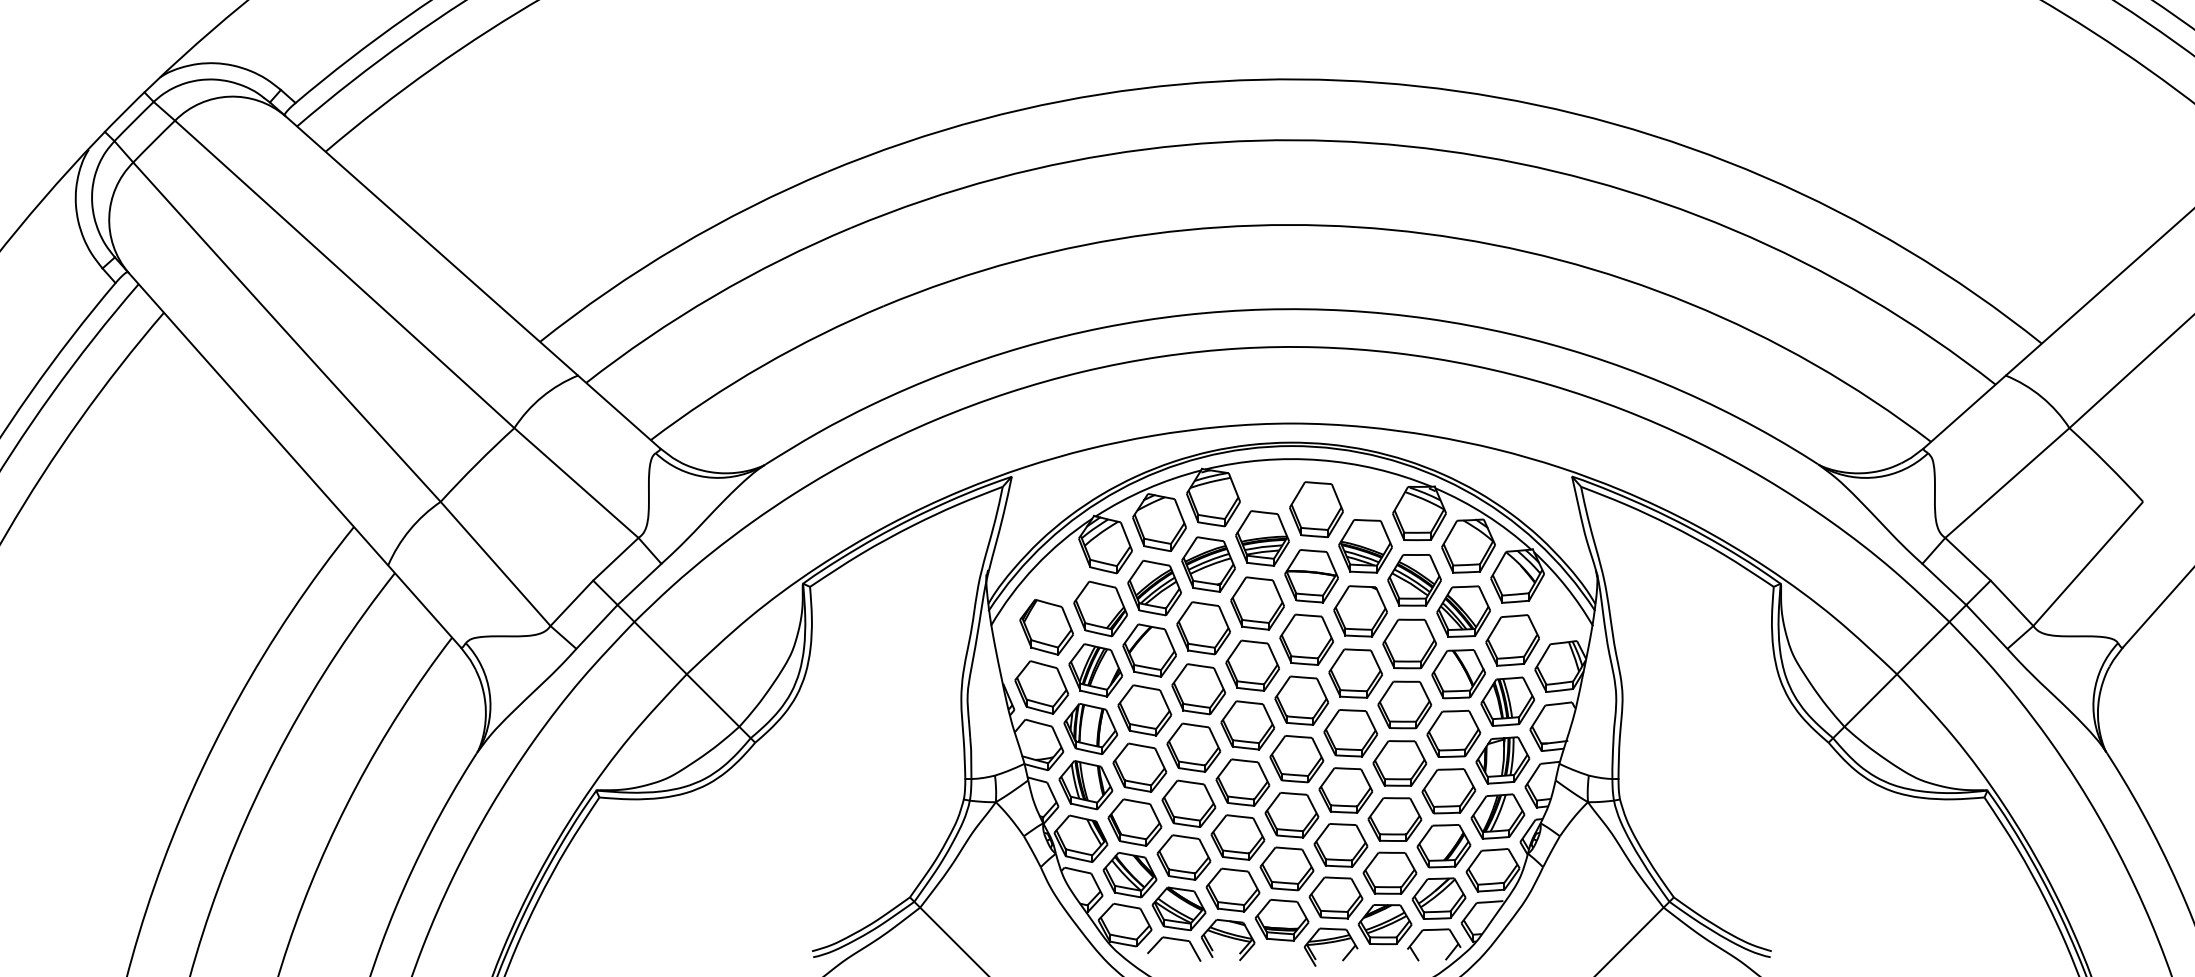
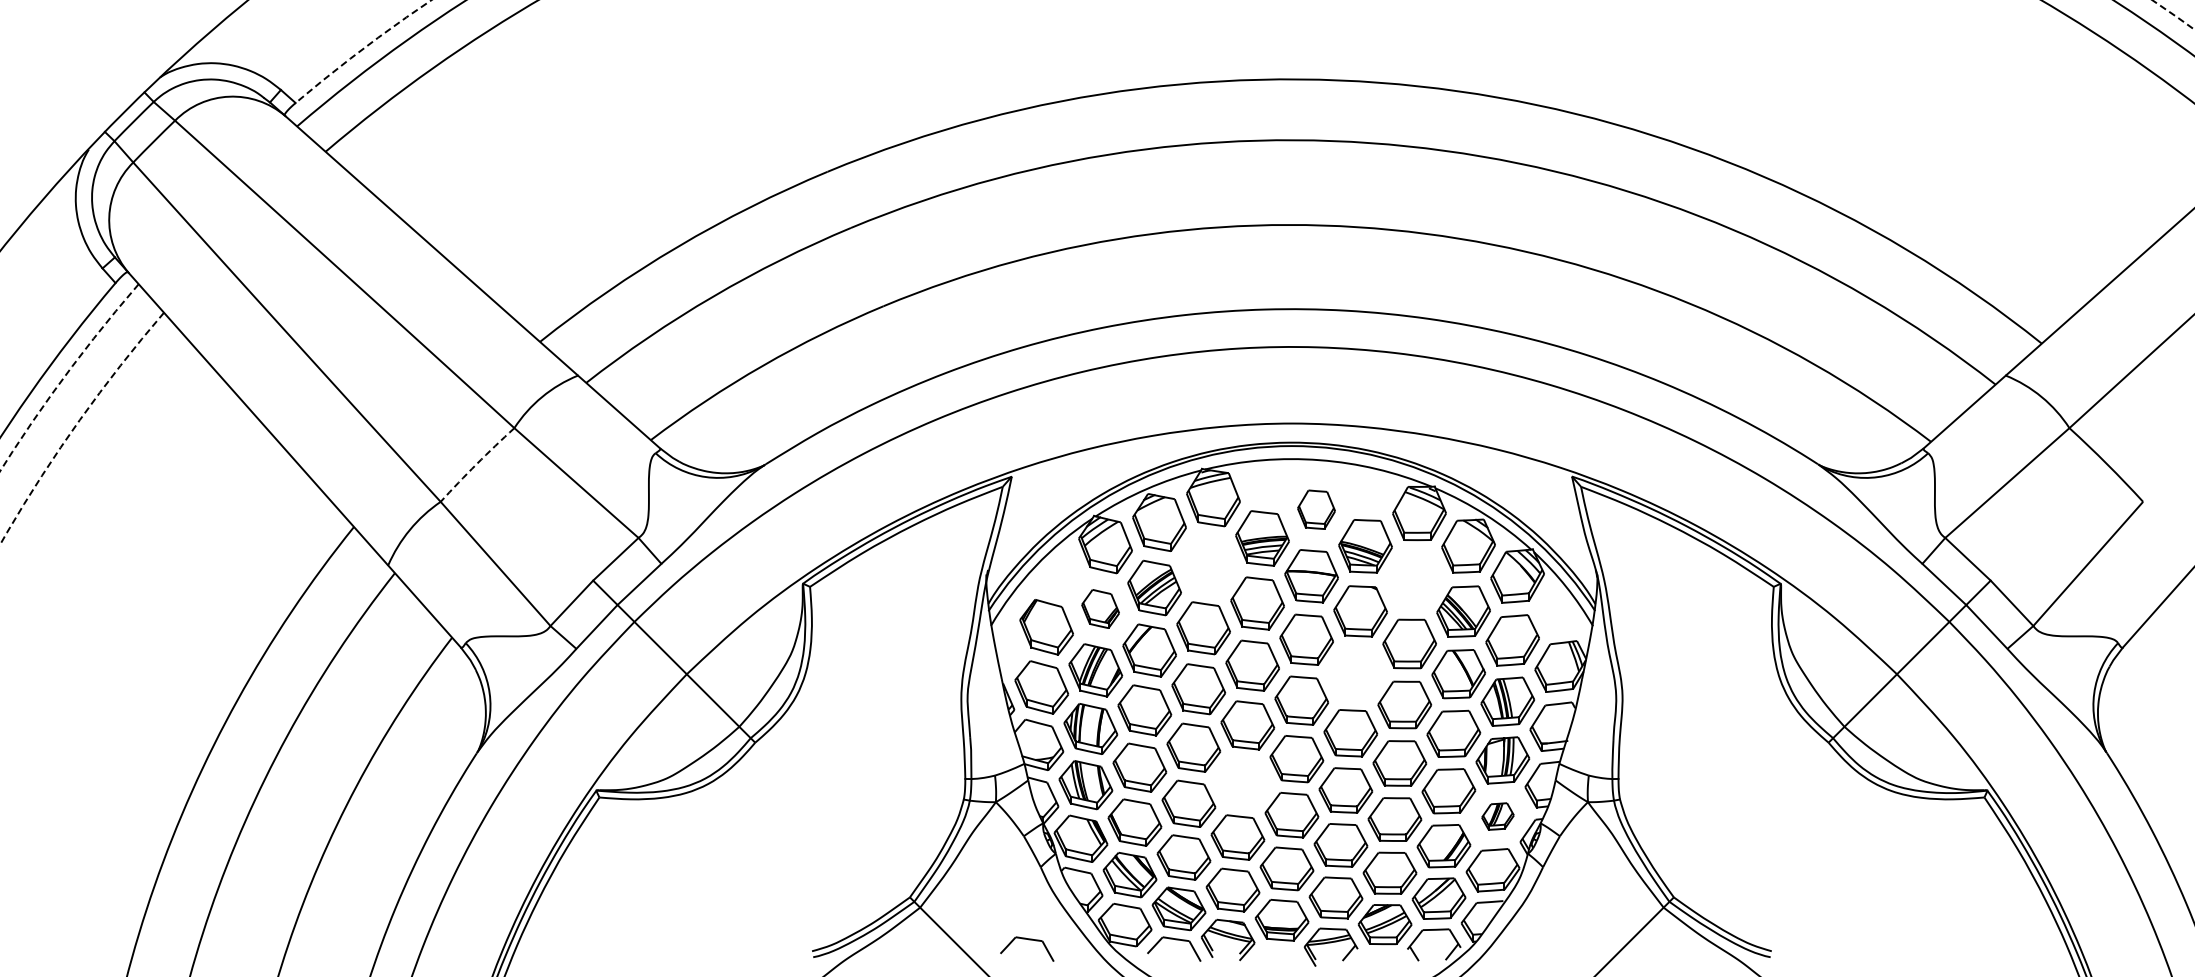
arc at (382, 34): solid -> dashed
arc at (66, 374): solid -> dashed
arc at (76, 424): solid -> dashed
arc at (476, 464): solid -> dashed
part at (1316, 509) size: 55x58 px -> 39x41 px
part at (1208, 564): present -> none
part at (1414, 580): present -> none
part at (1100, 608) size: 55x58 px -> 39x40 px
part at (1355, 673): present -> none
part at (1242, 782): present -> none
part at (1497, 816) size: 56x47 px -> 34x29 px
part at (1028, 940): none -> present
